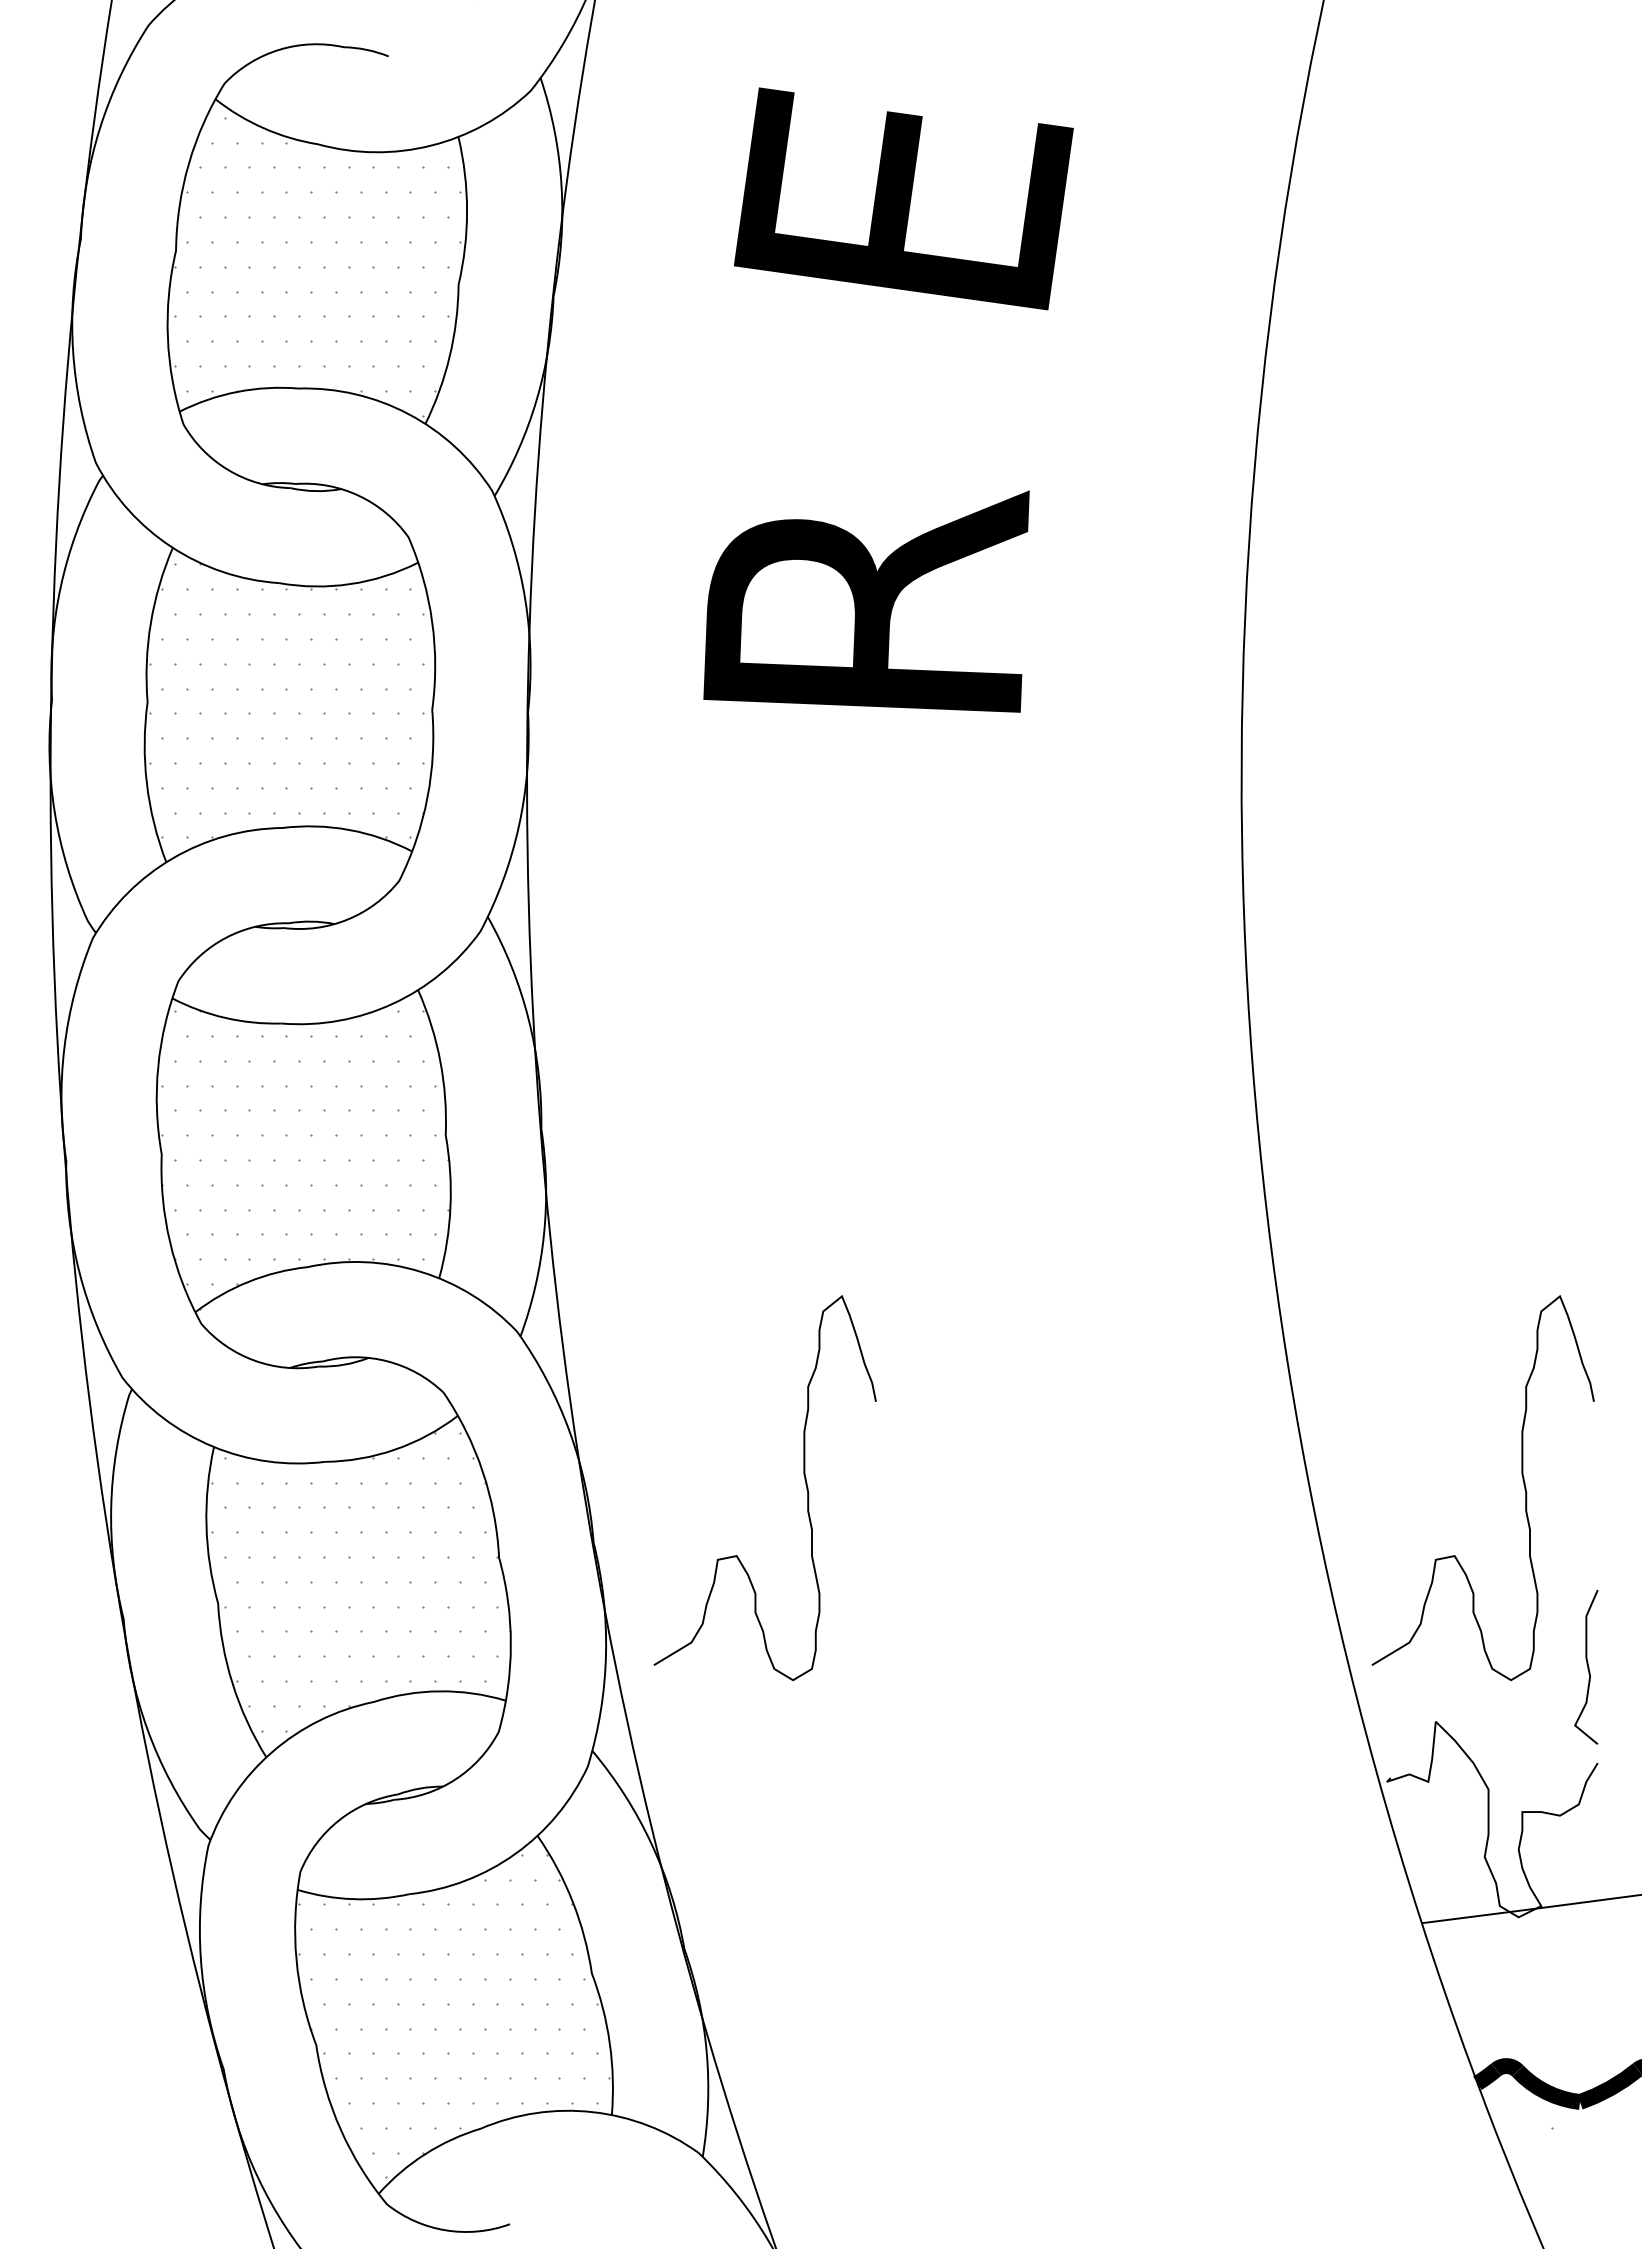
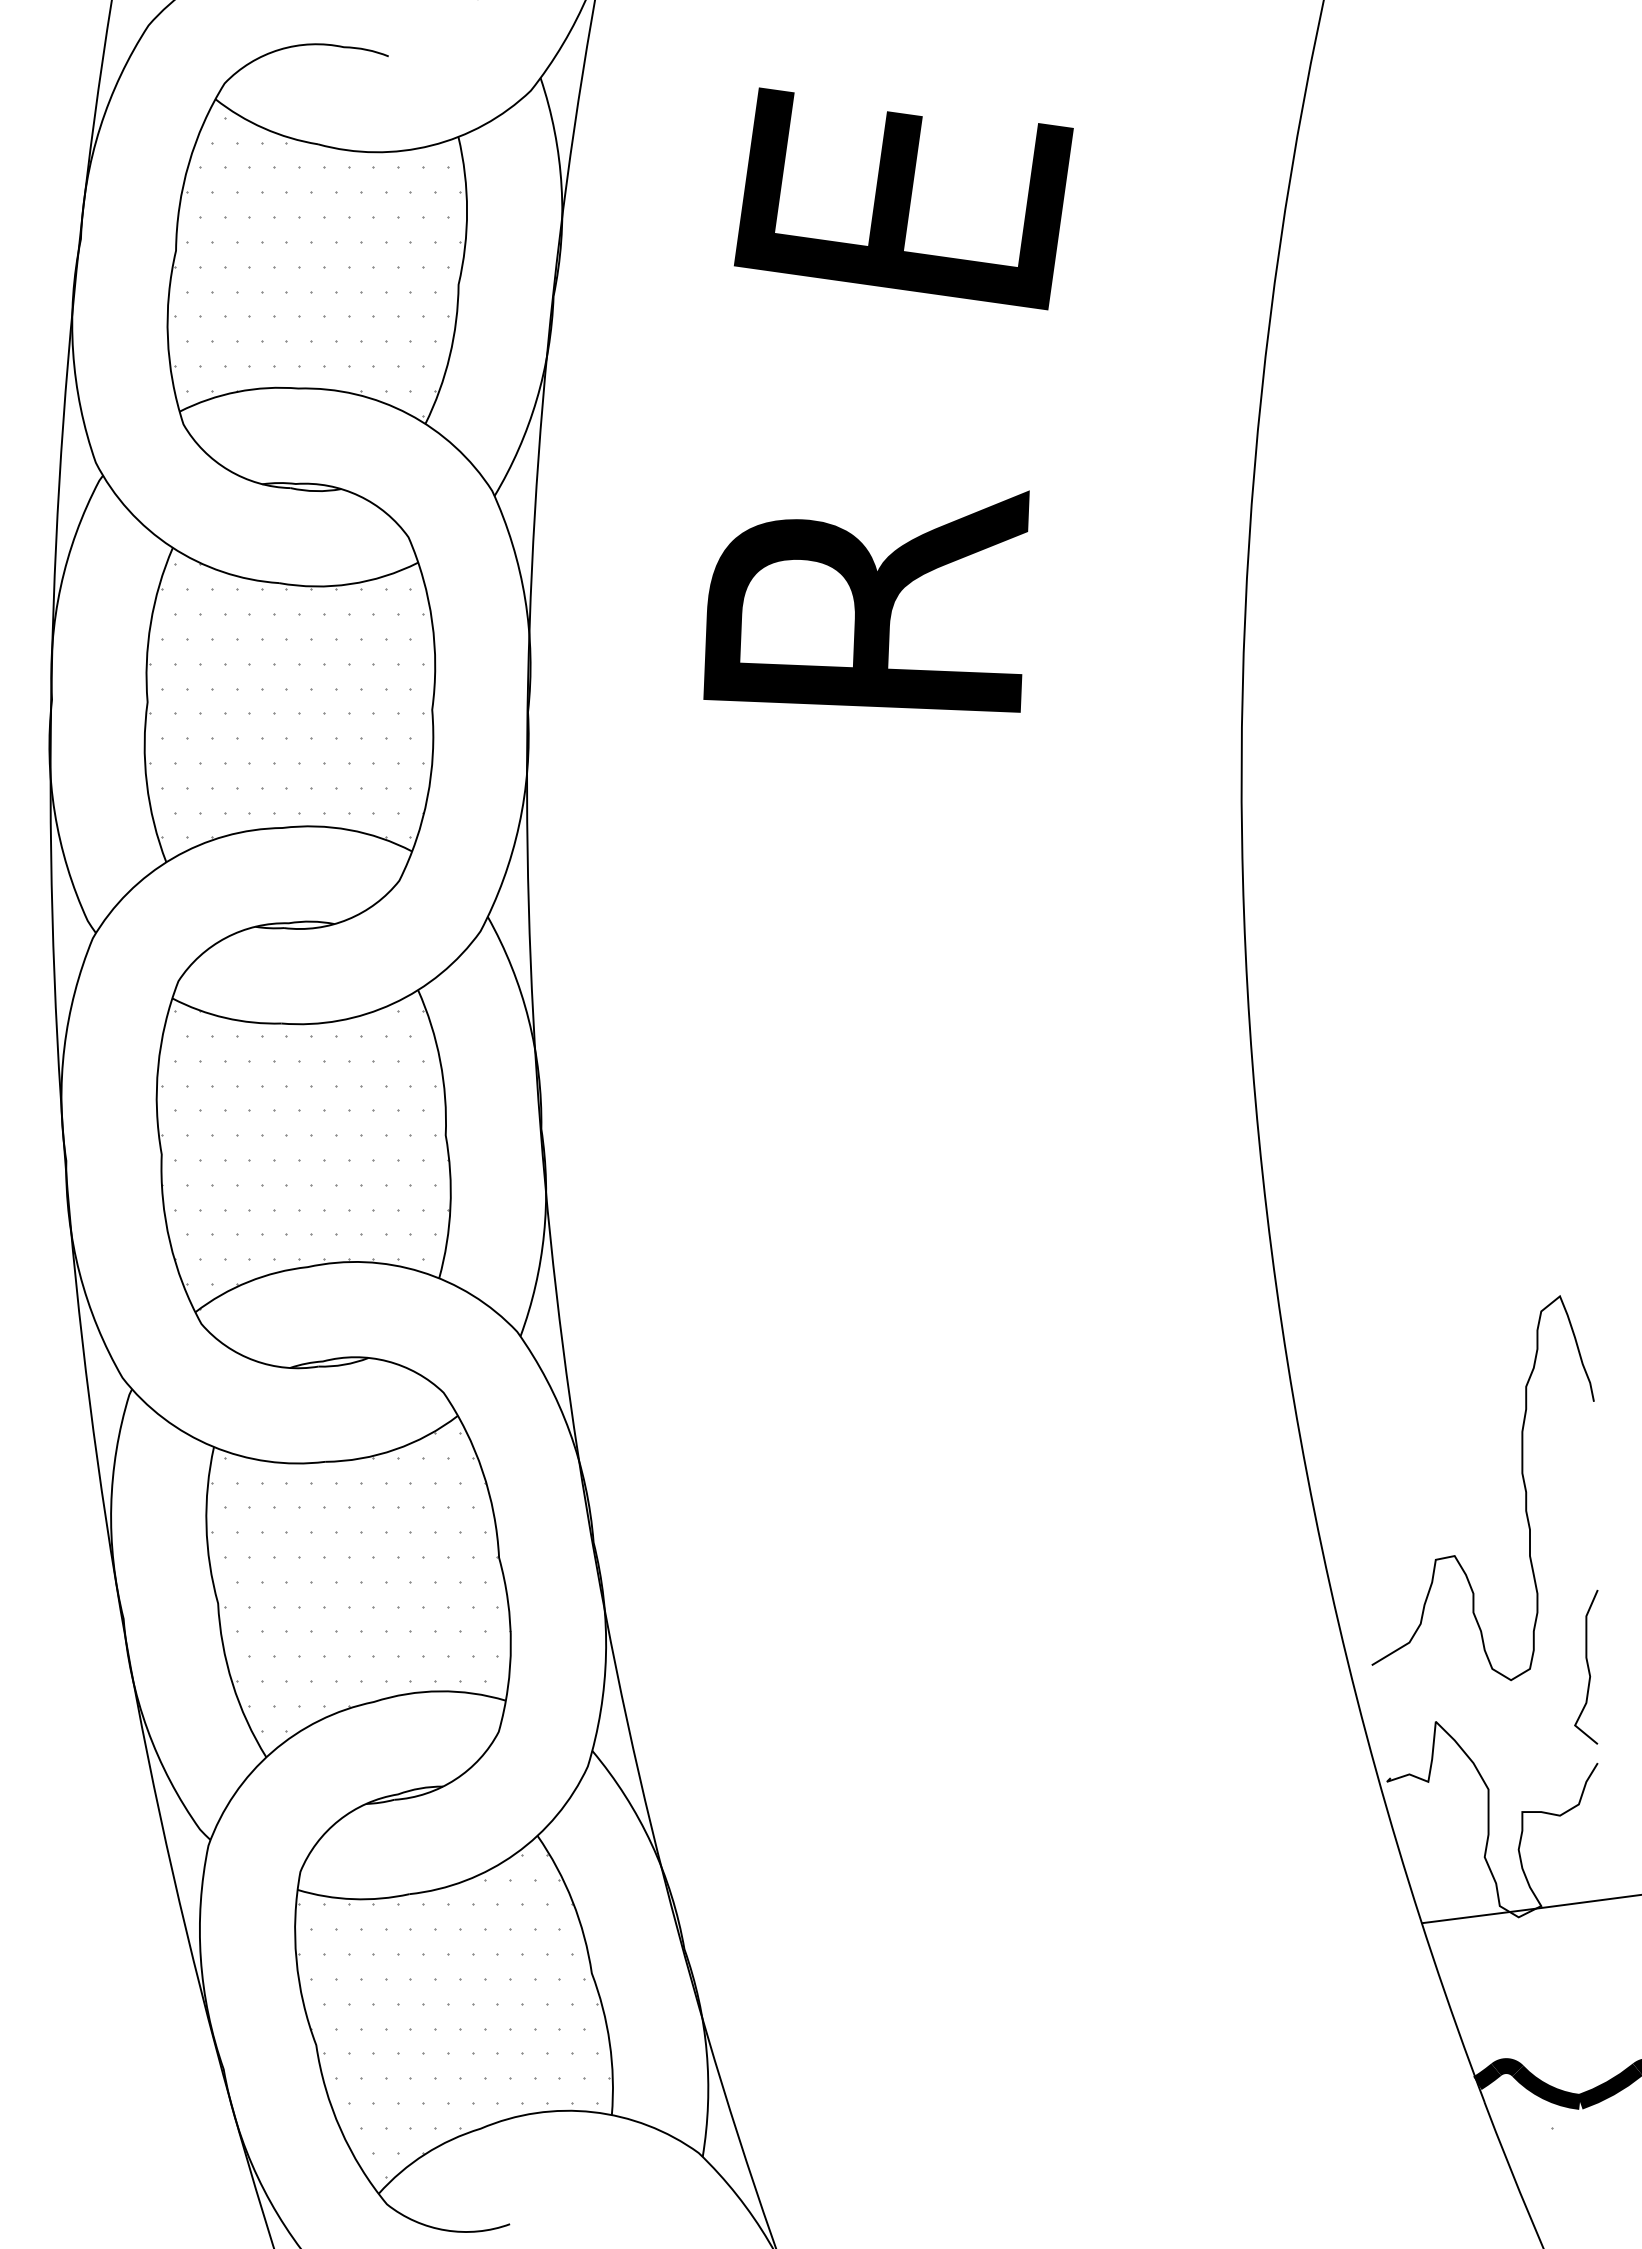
curve at (804, 1480): present -> none
